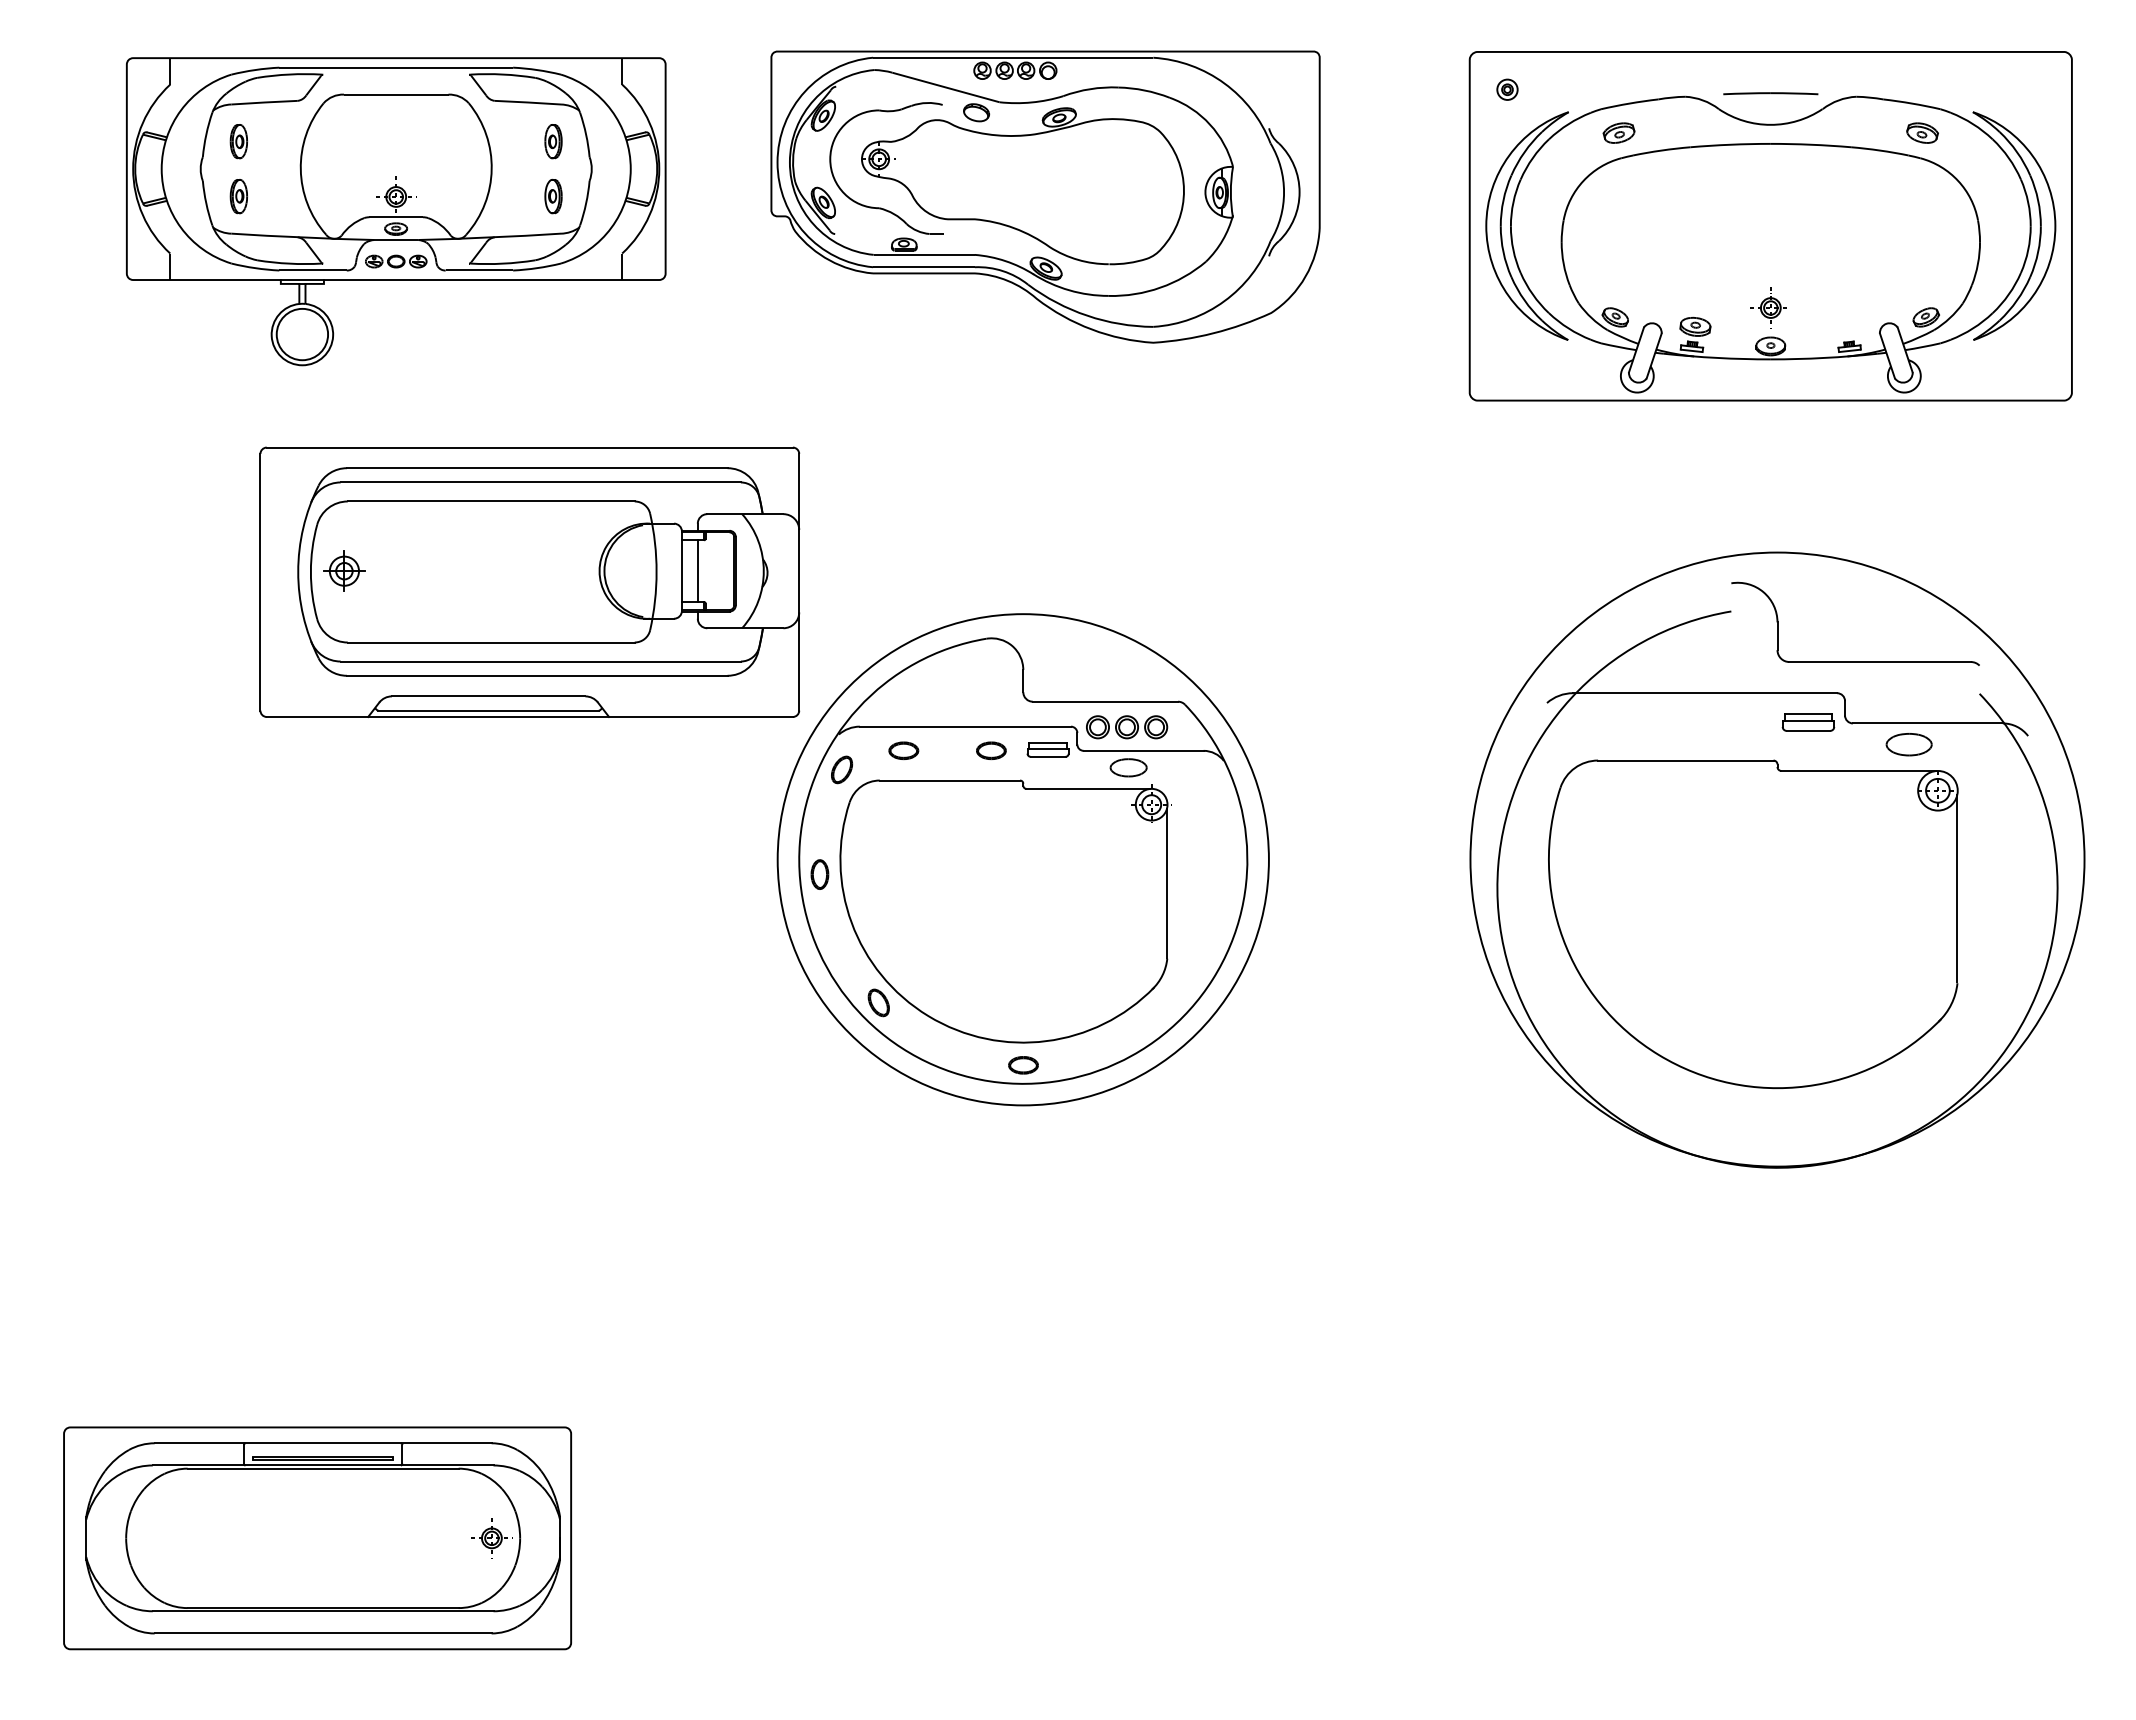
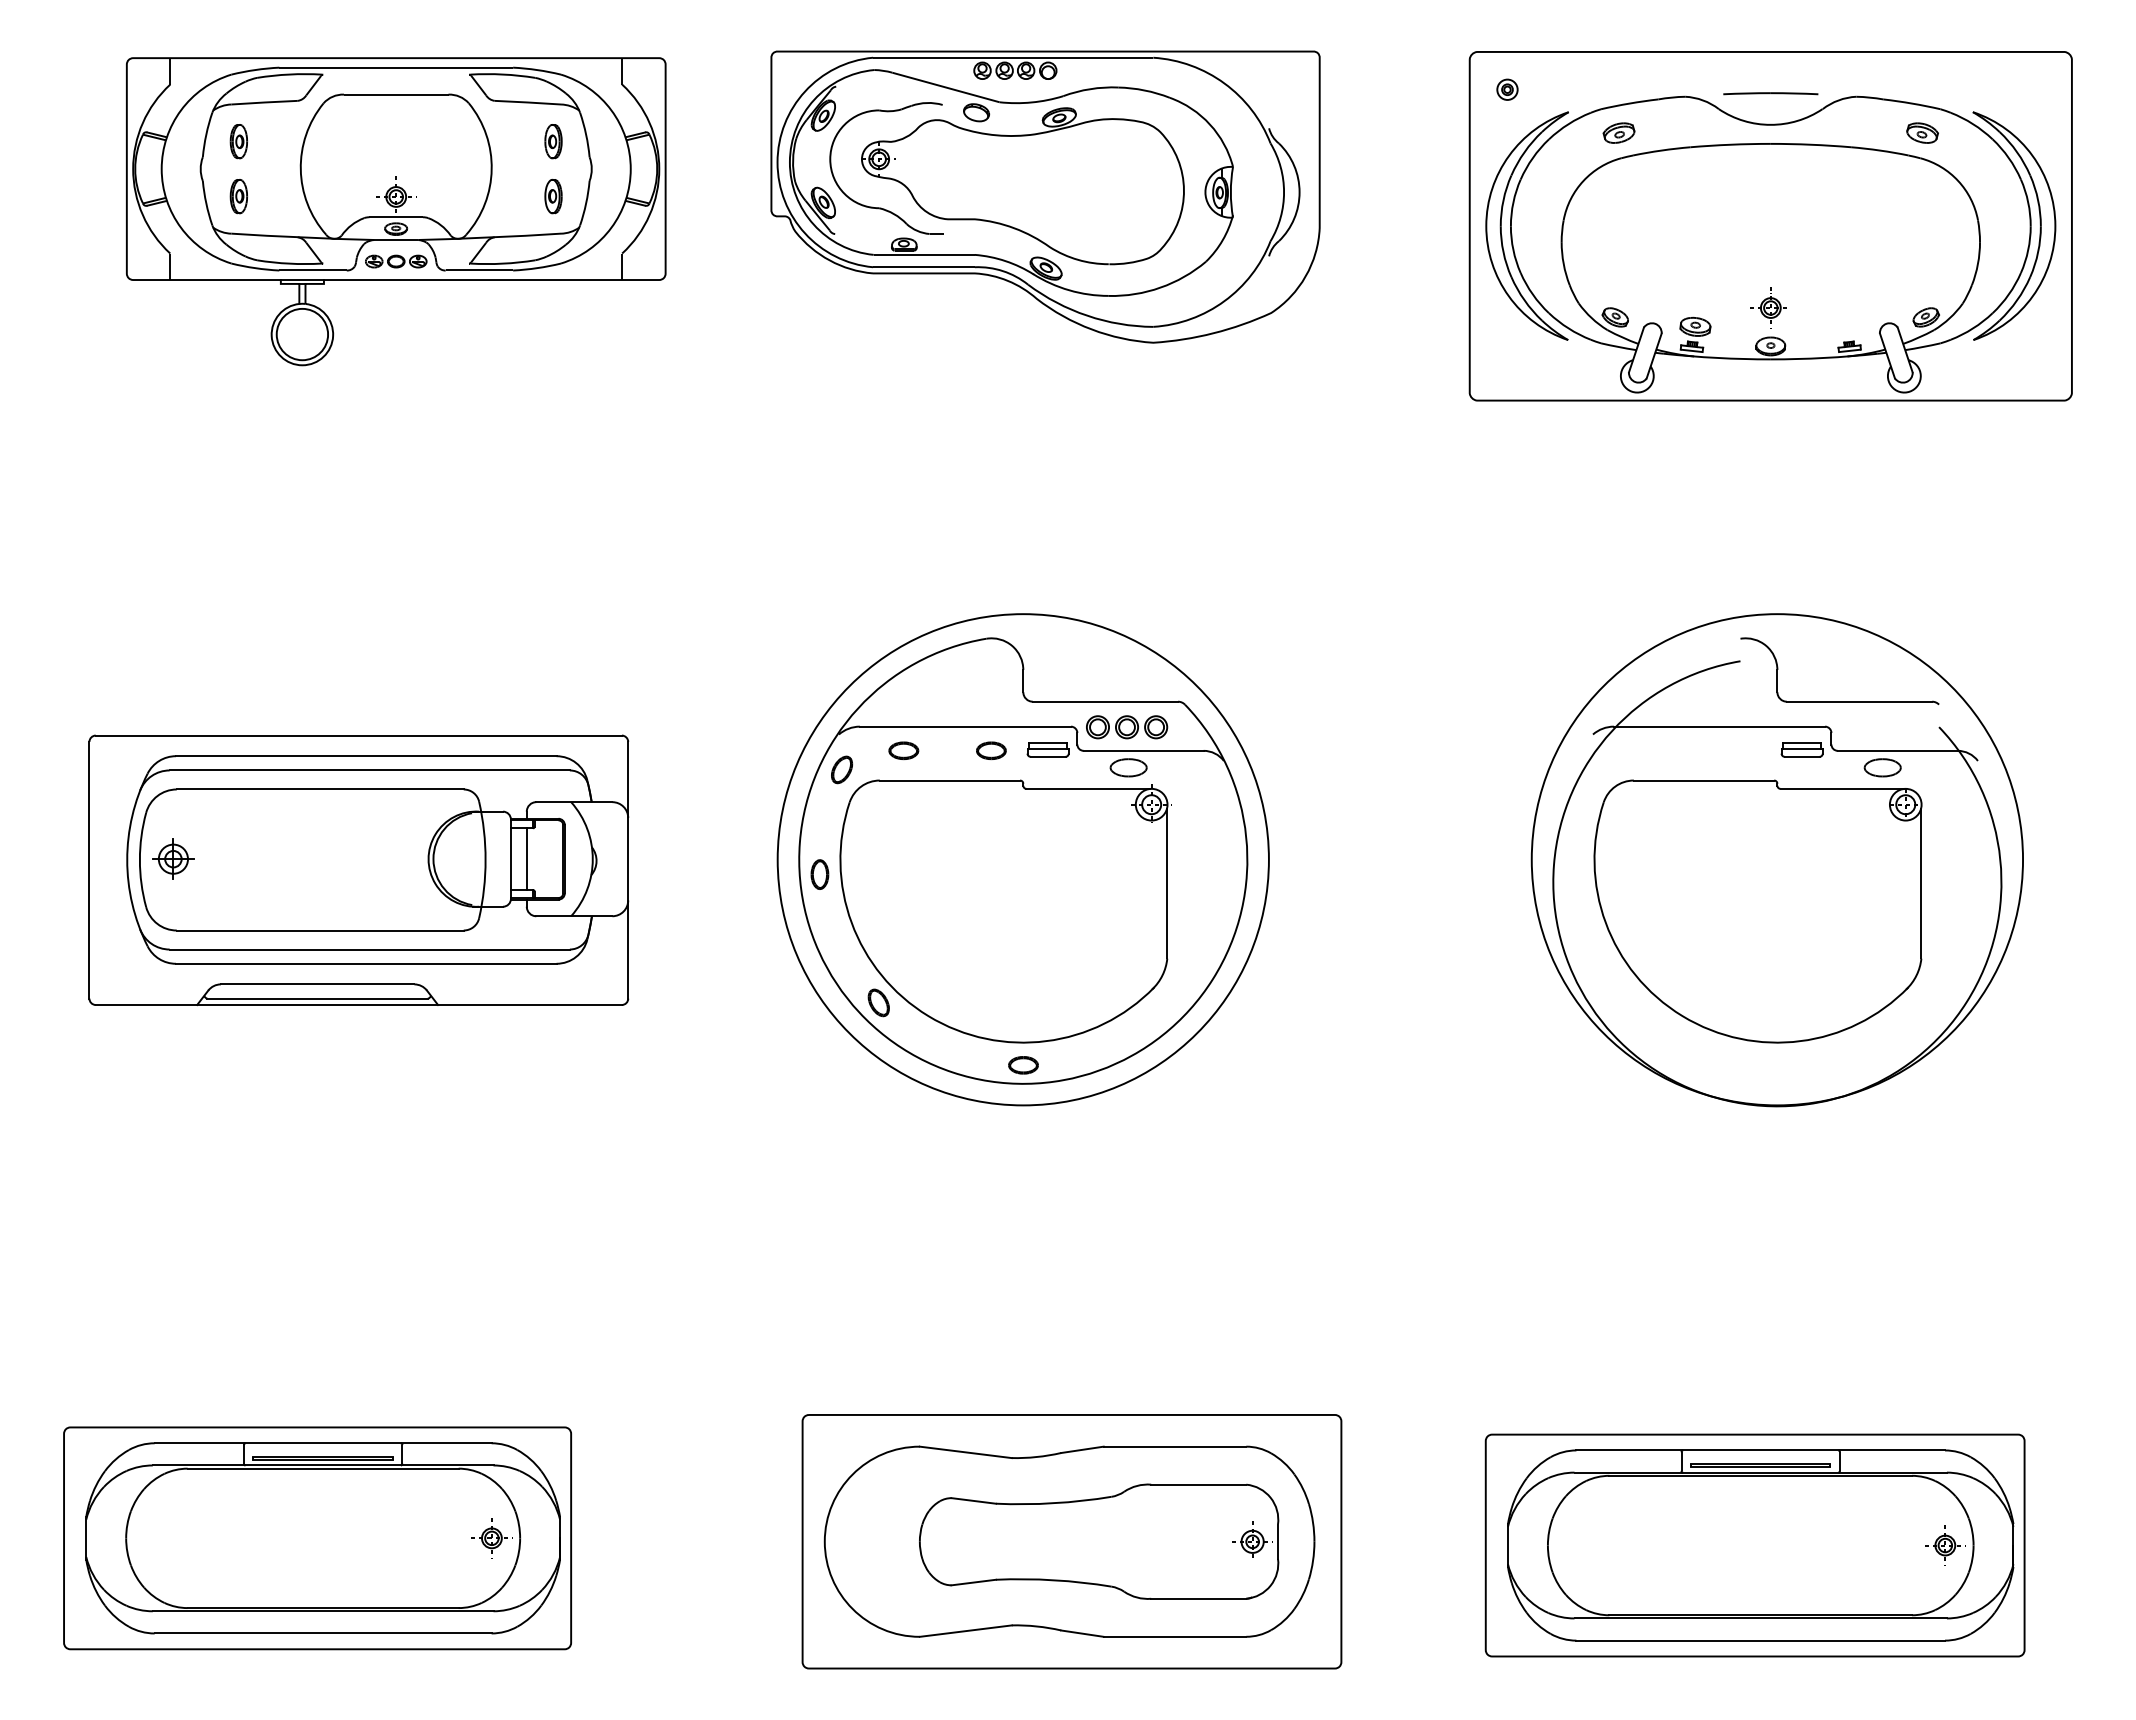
part at (529, 582) position: (529, 582) -> (358, 870)
part at (1777, 859) size: 617x618 px -> 494x495 px
part at (1071, 1541): none -> present
part at (1754, 1545): none -> present
